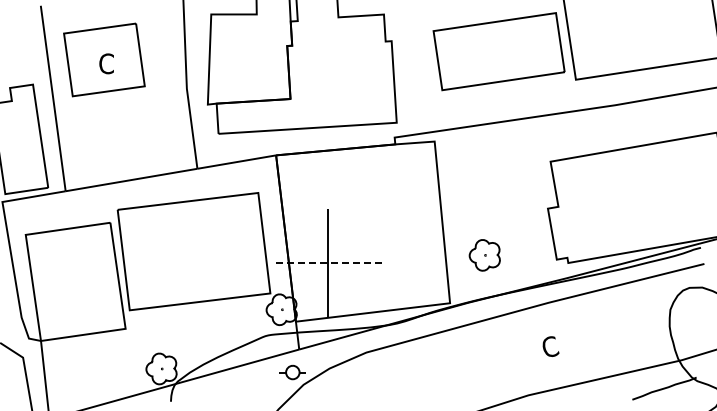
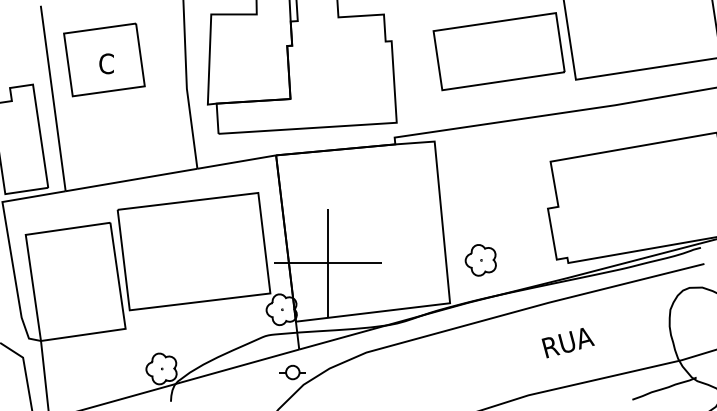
part at (484, 255) position: (484, 255) -> (480, 260)
line at (328, 262): dashed -> solid
text at (567, 343): C -> RUA
